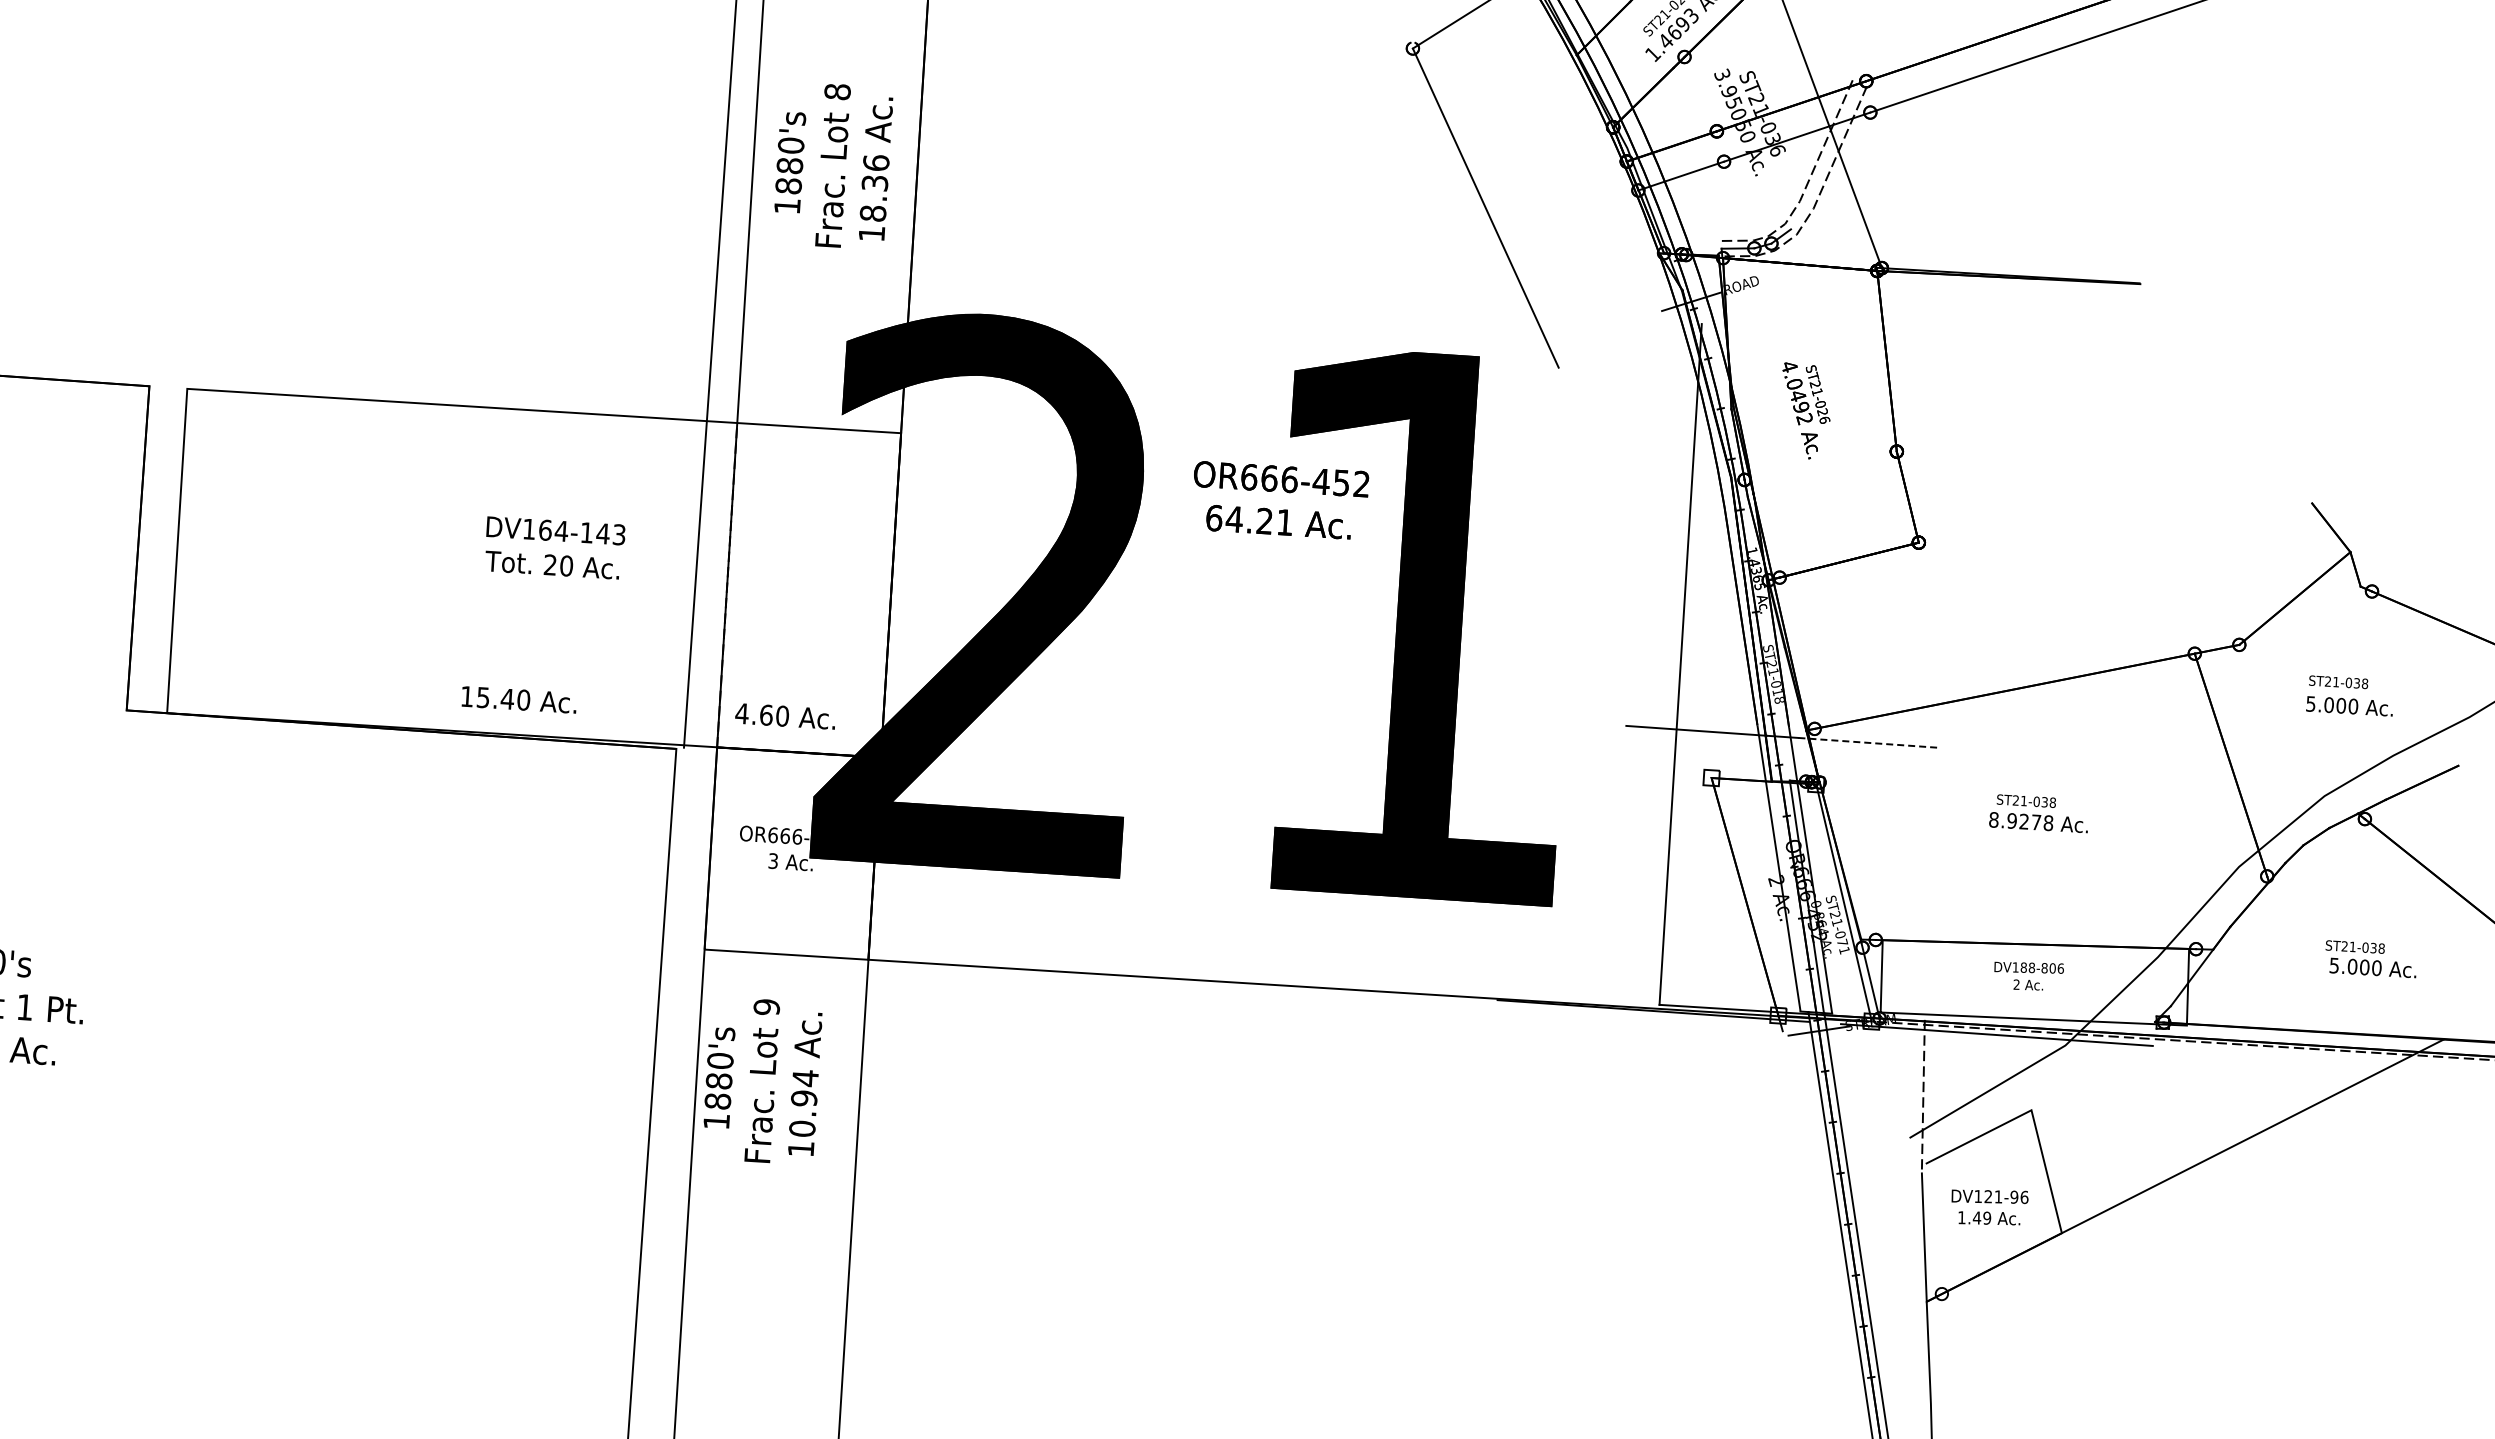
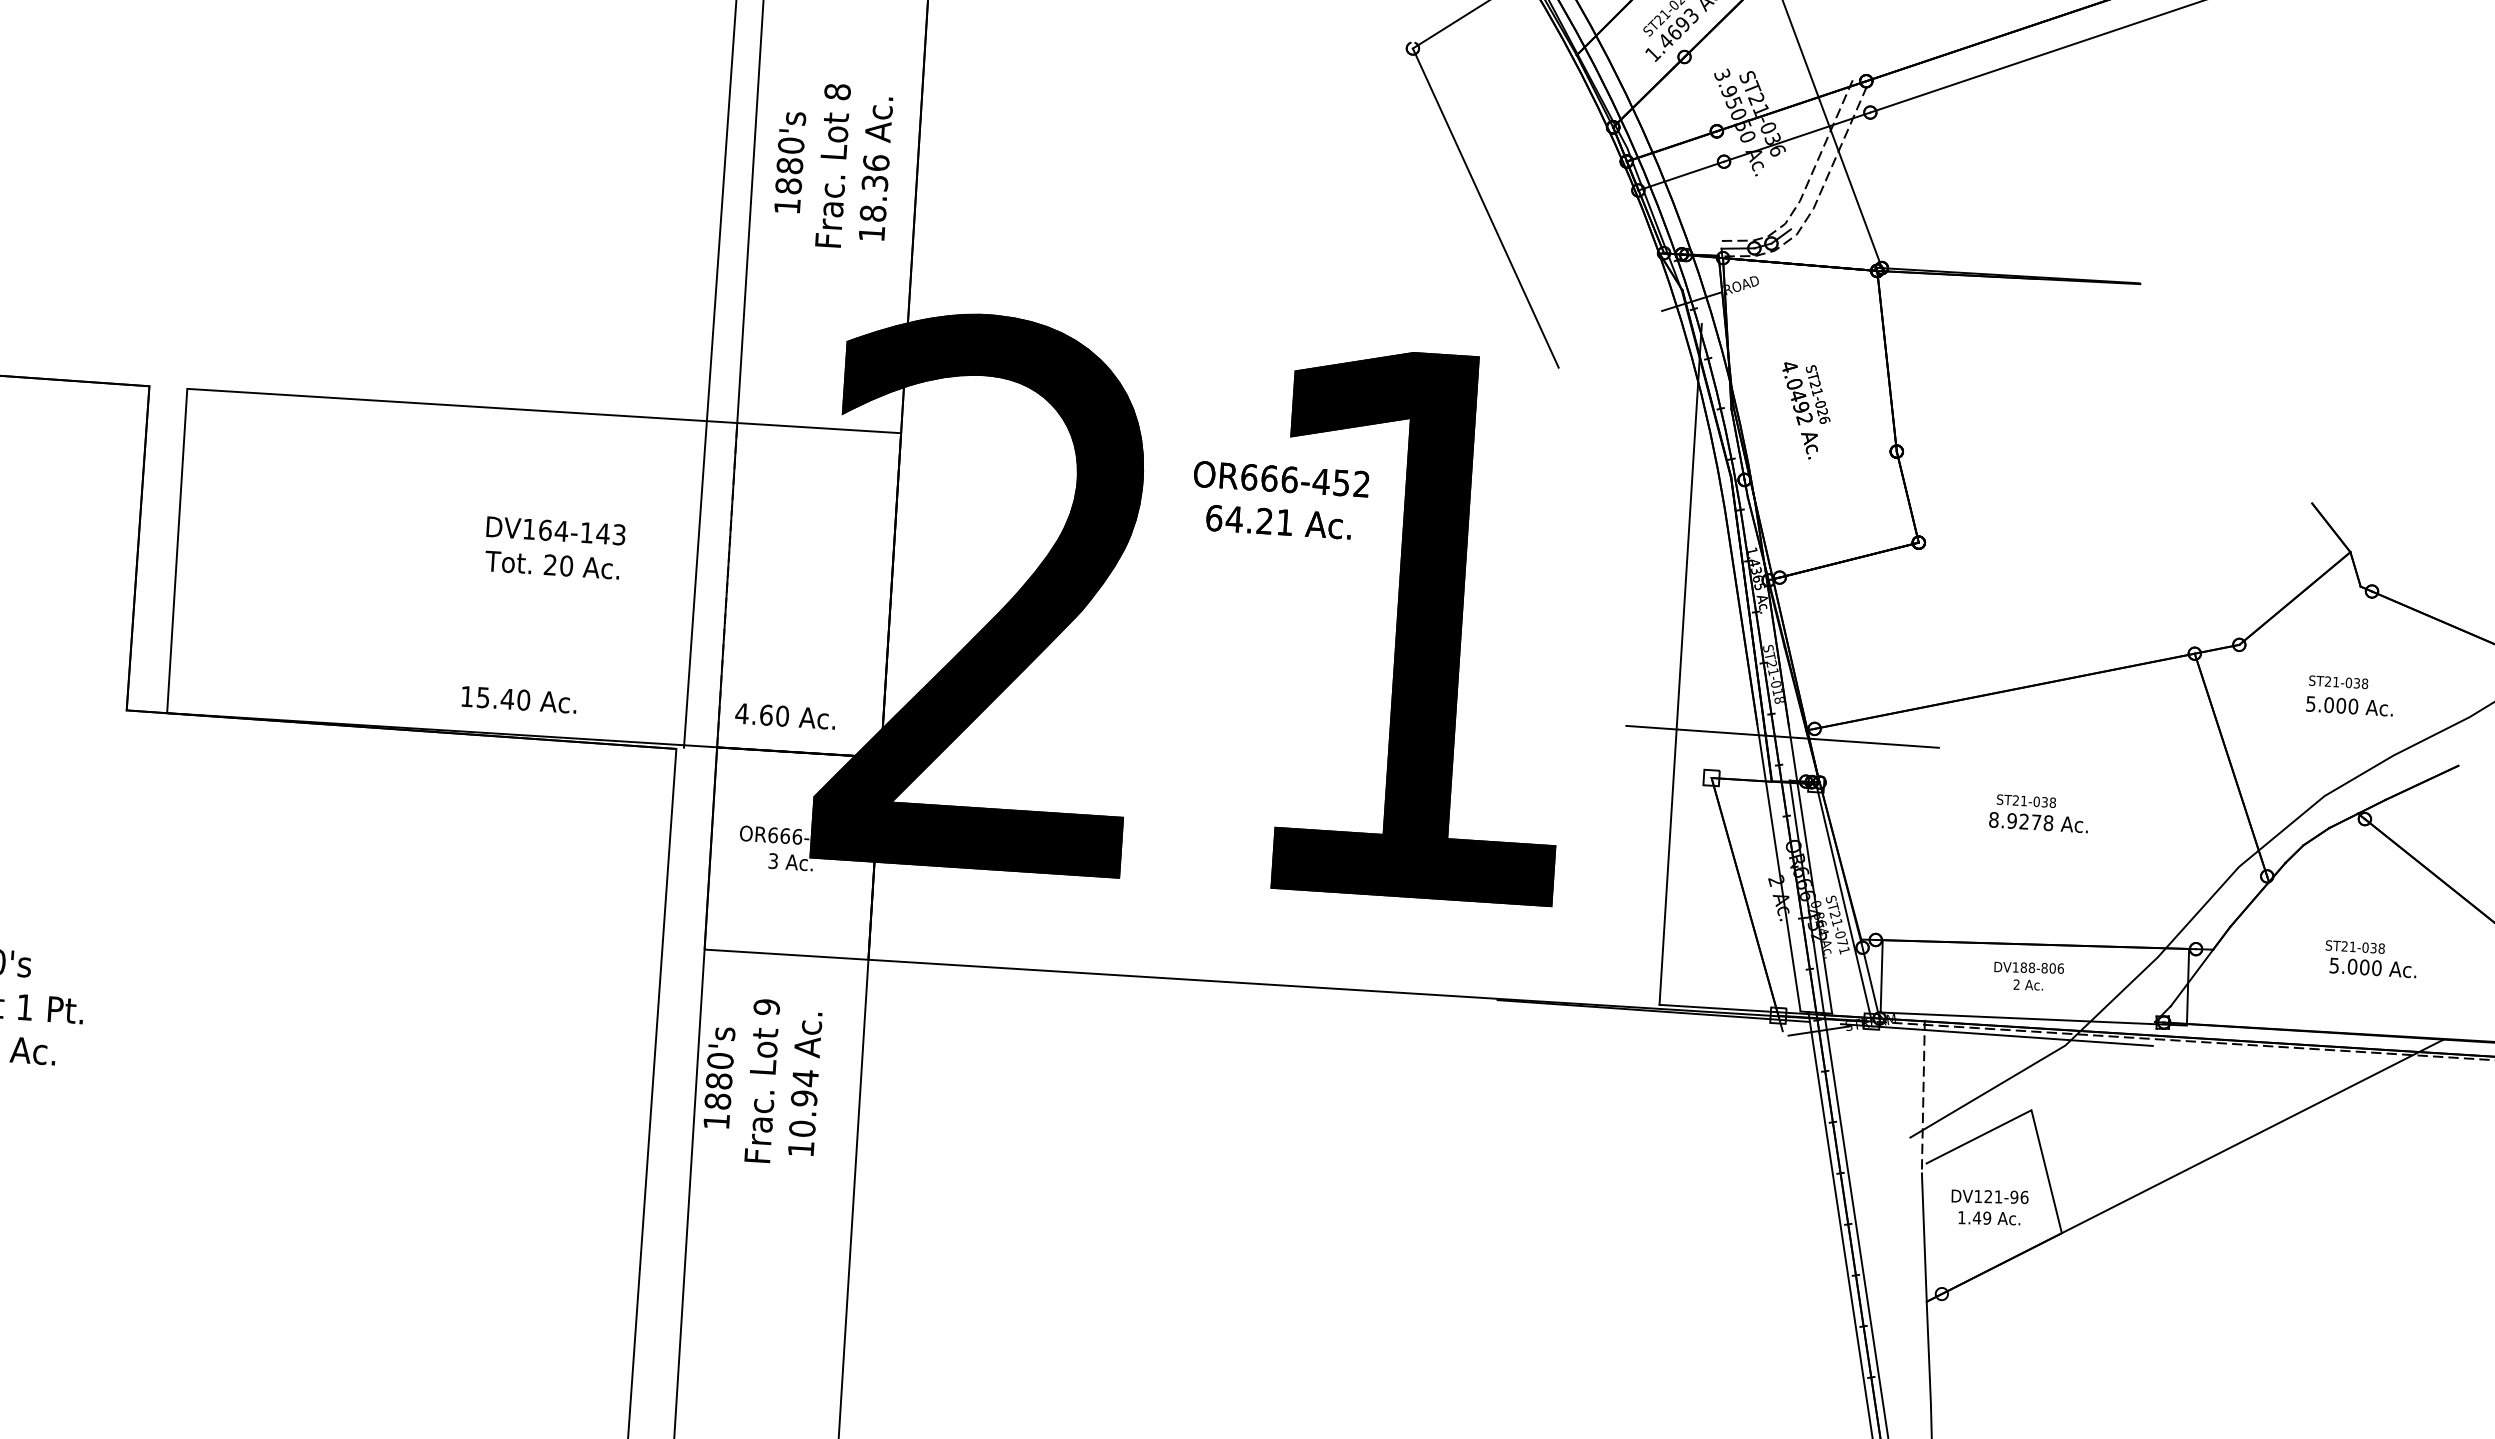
line at (1869, 742): dashed -> solid
